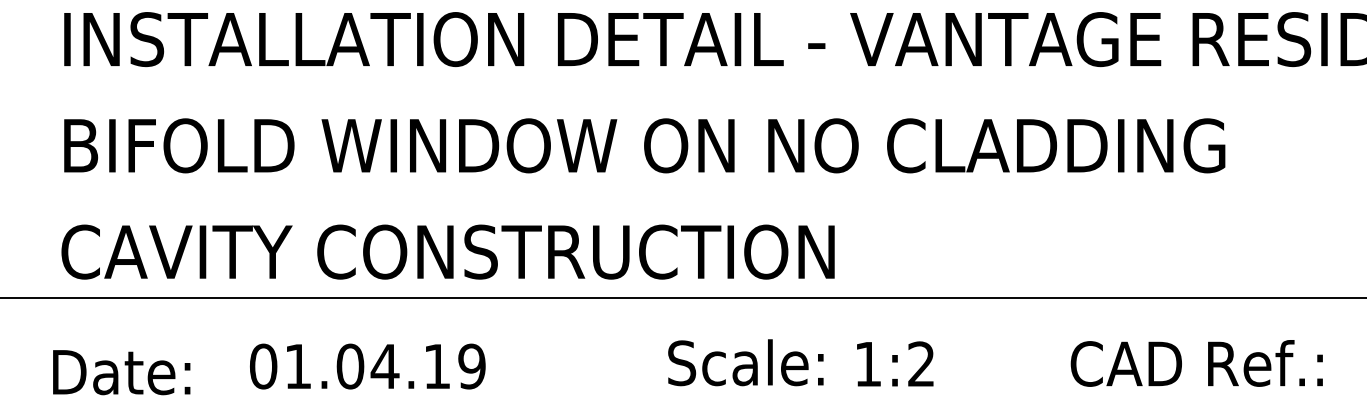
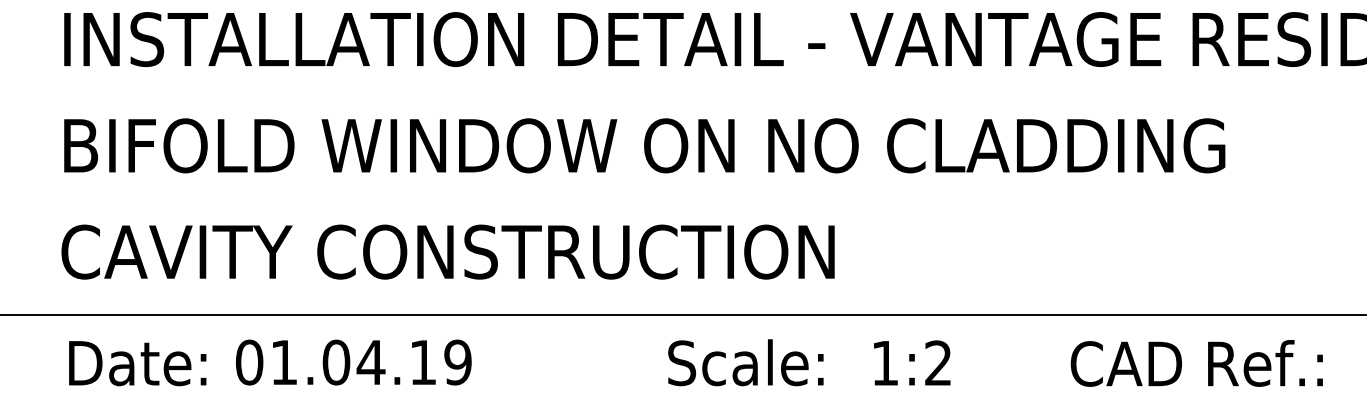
line at (682, 297) position: (682, 297) -> (682, 314)
text at (895, 363) position: (895, 363) -> (912, 362)
text at (367, 366) position: (367, 366) -> (353, 362)
text at (121, 372) position: (121, 372) -> (137, 363)
